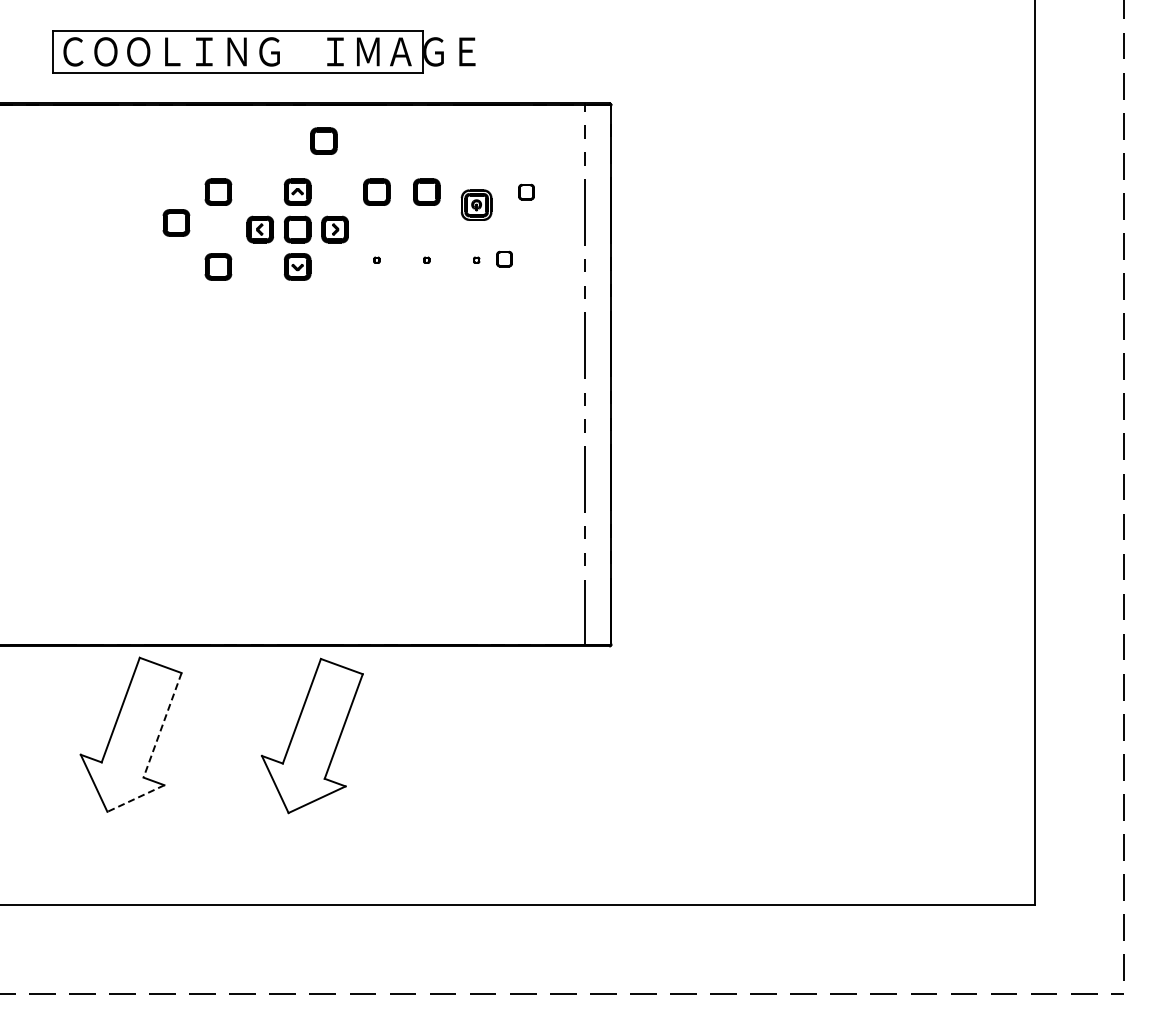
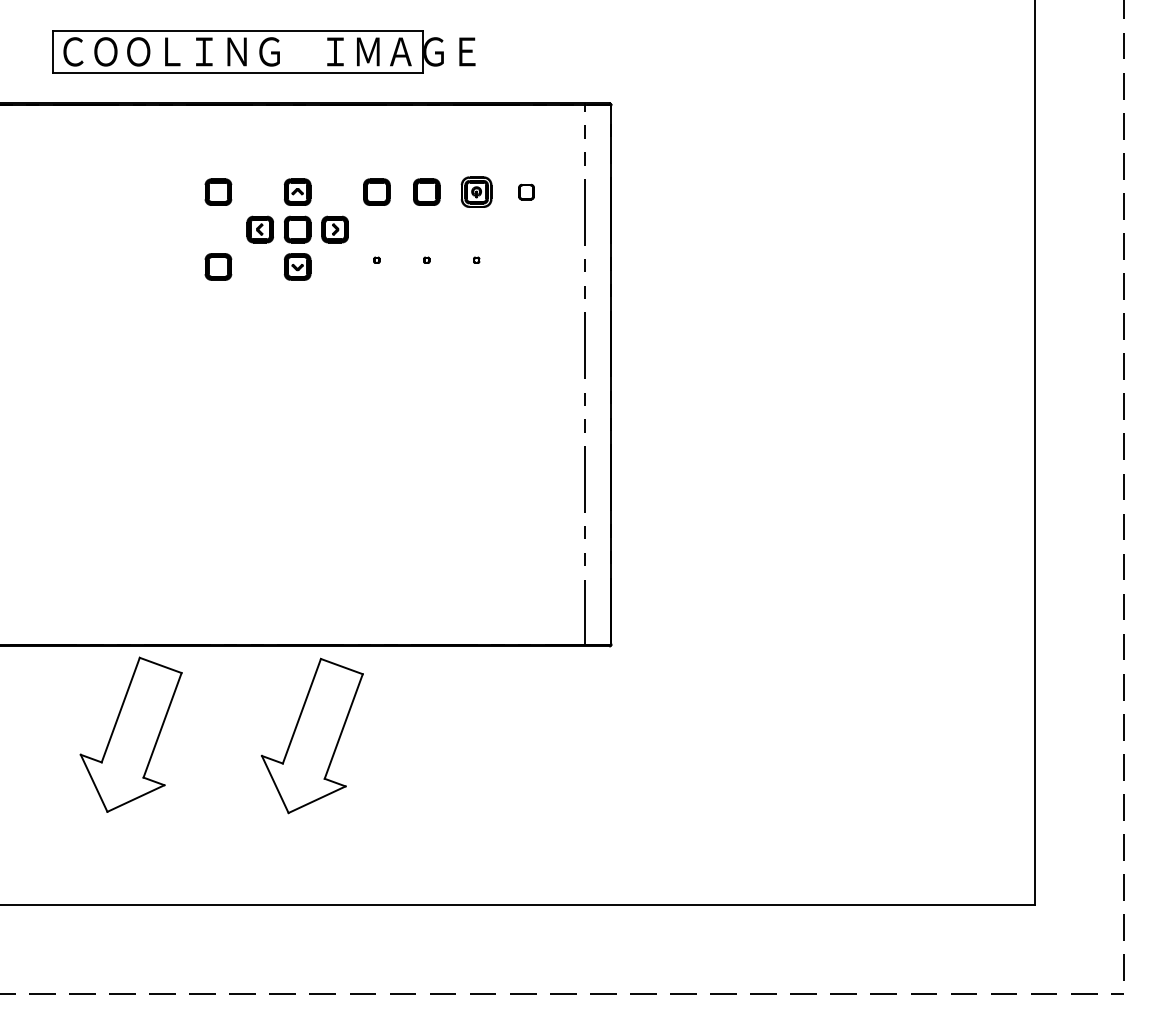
part at (323, 140): present -> none
part at (476, 204) position: (476, 204) -> (476, 191)
part at (176, 222): present -> none
part at (504, 258): present -> none
line at (162, 725): dashed -> solid
line at (135, 798): dashed -> solid
